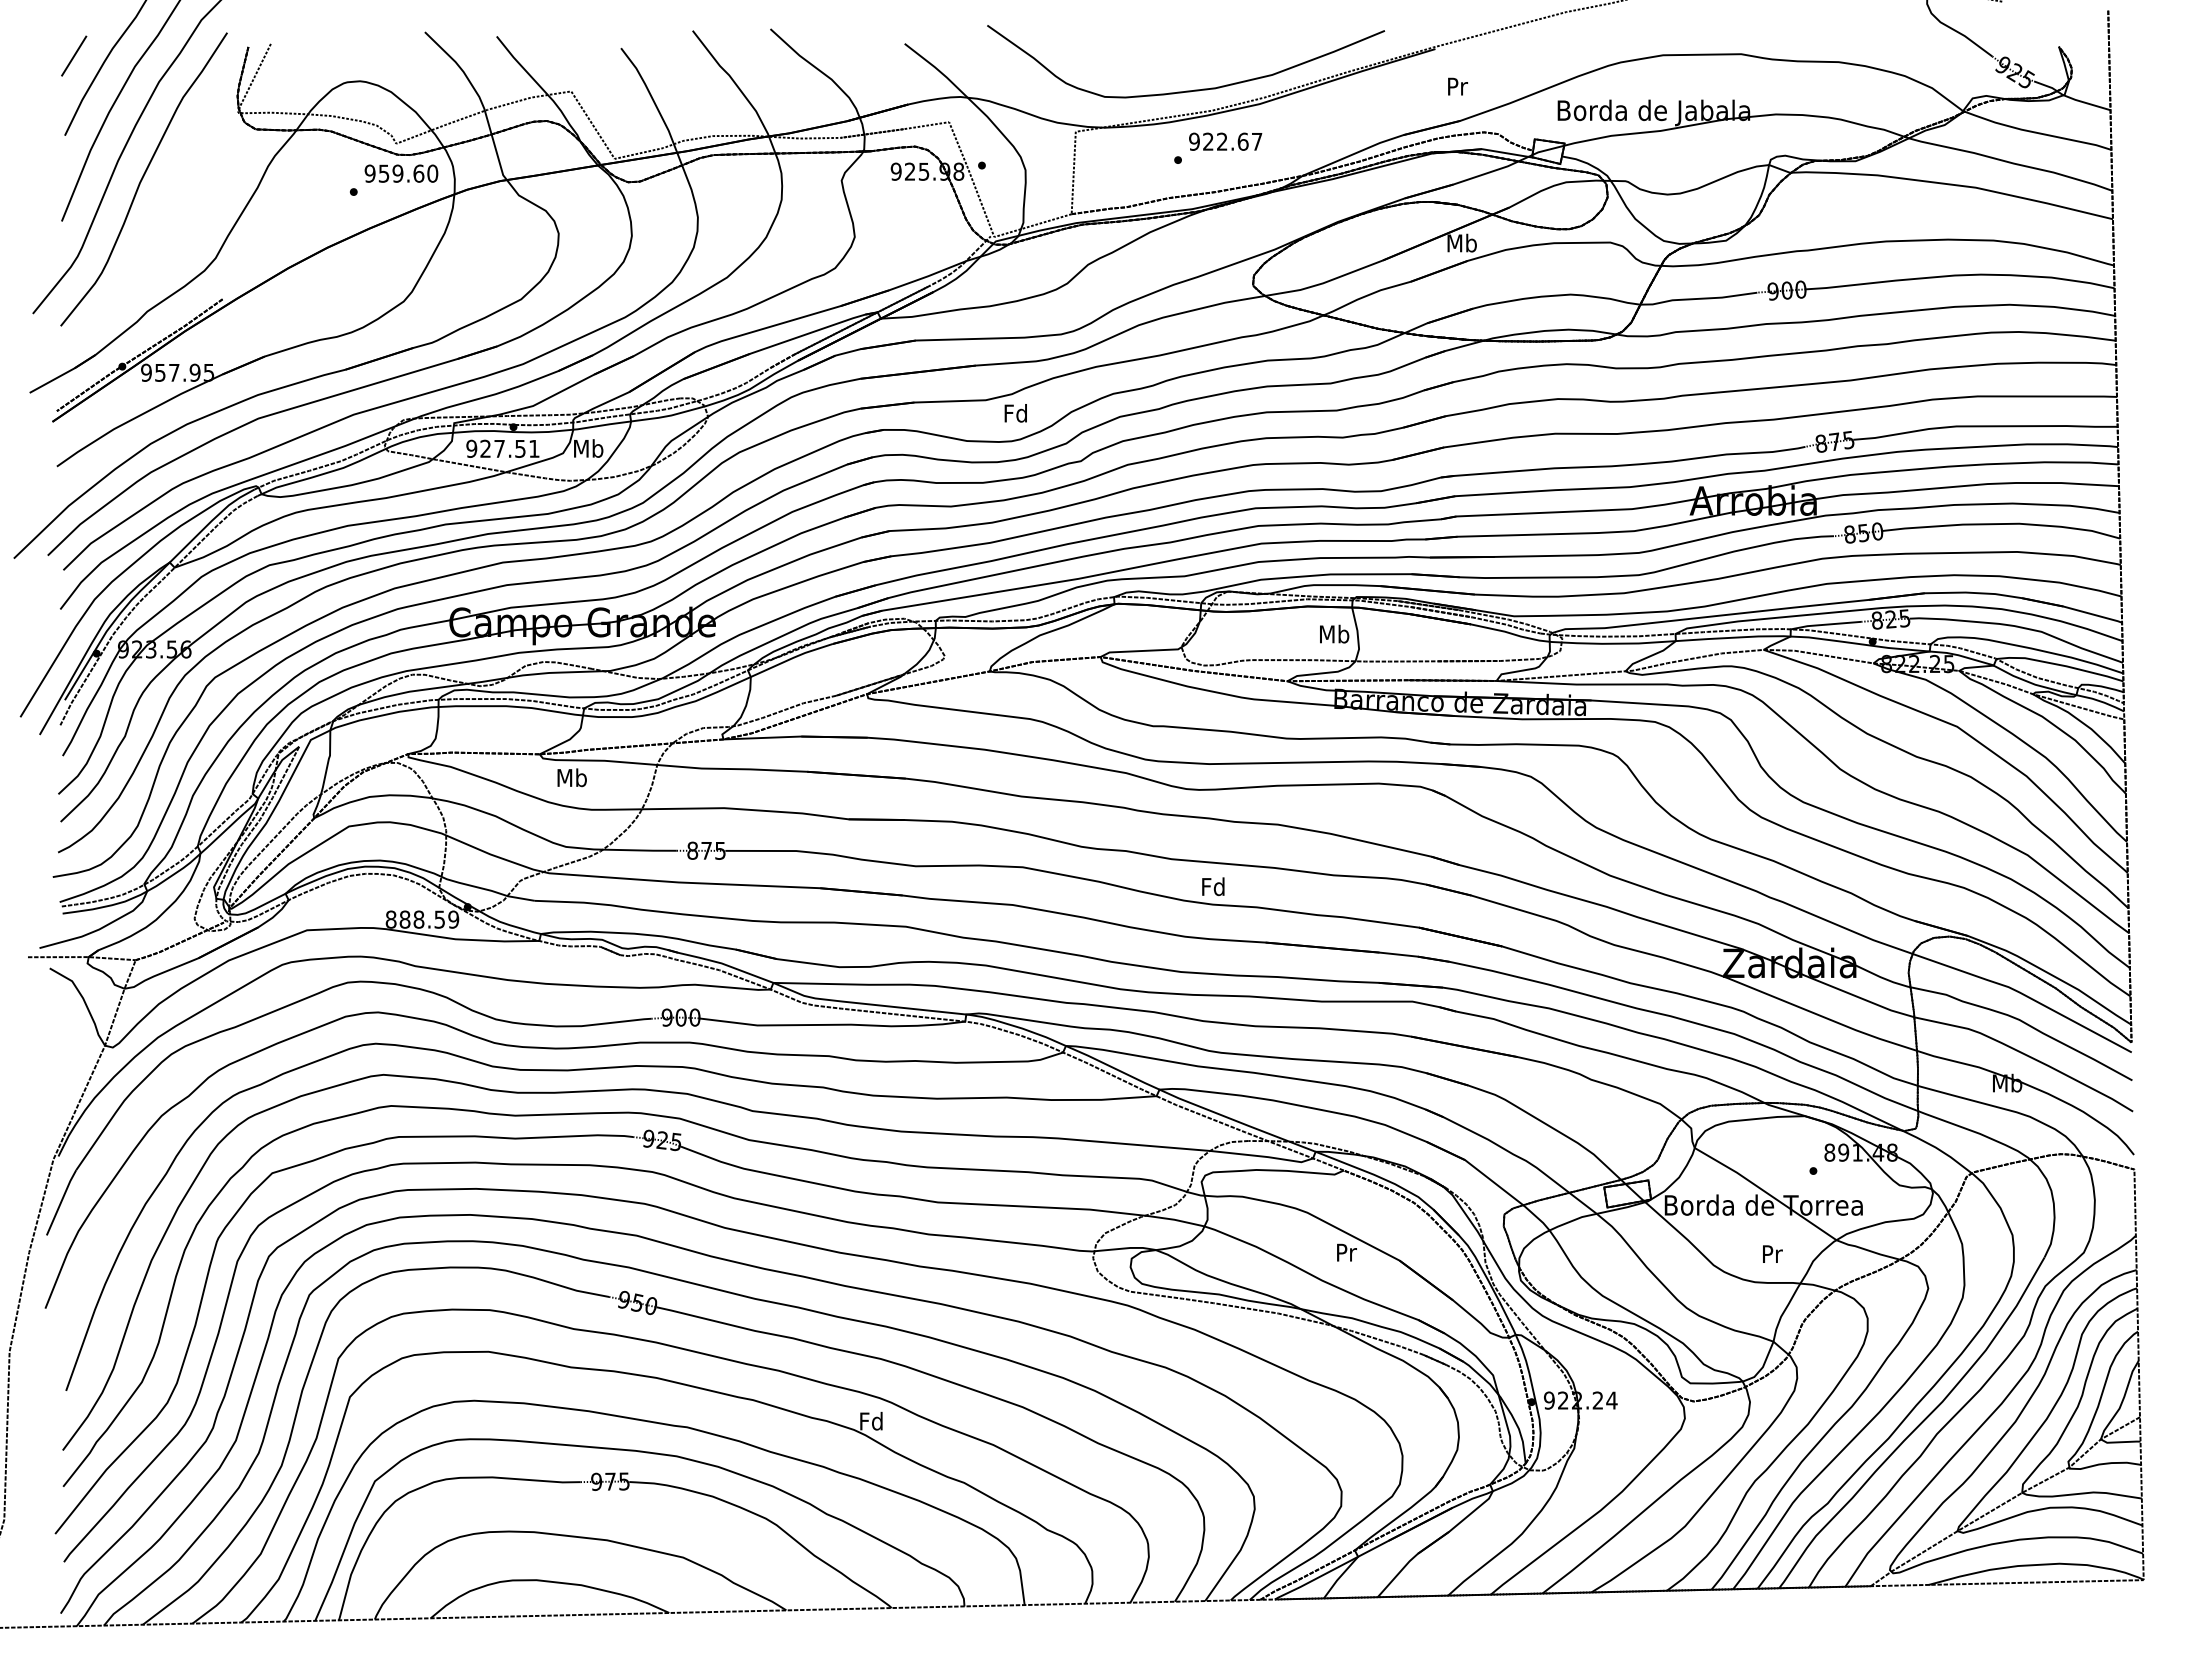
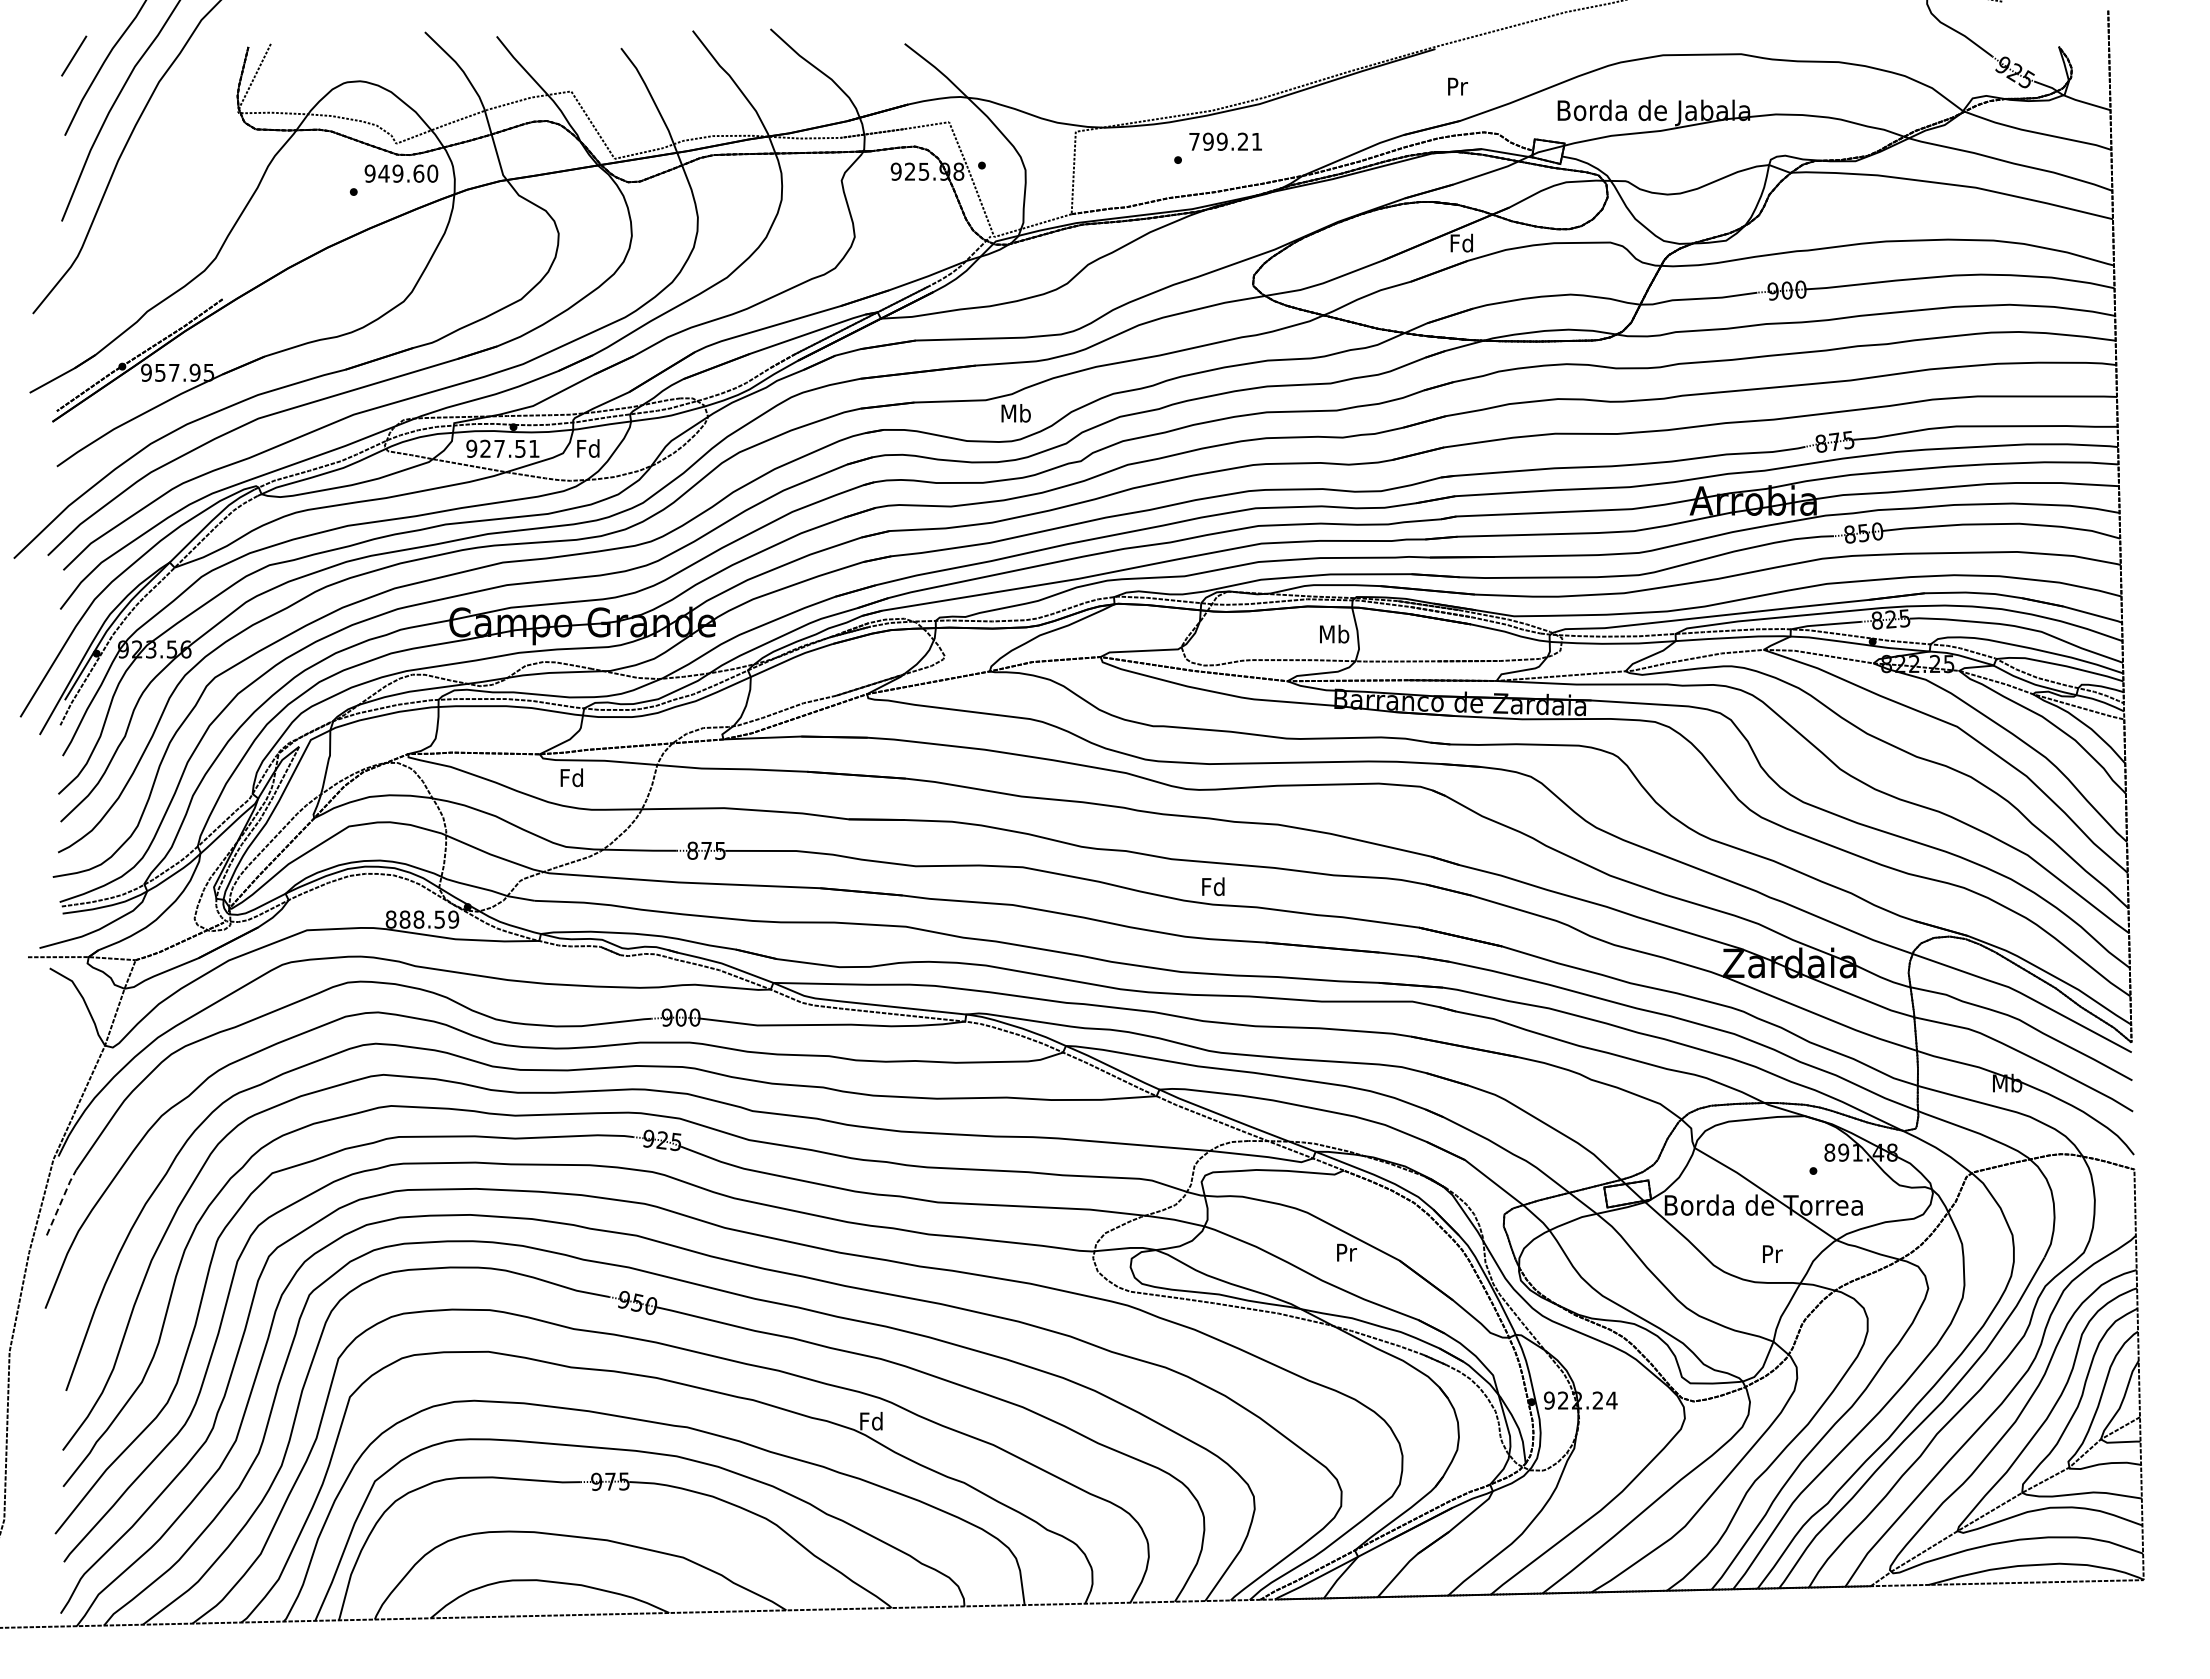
curve at (1186, 90): present -> none
text at (1225, 141): 922.67 -> 799.21
text at (383, 173): 959.60 -> 949.60
curve at (143, 178): present -> none
text at (1461, 242): Mb -> Fd
text at (1015, 413): Fd -> Mb
text at (588, 448): Mb -> Fd
text at (571, 777): Mb -> Fd
line at (61, 1201): solid -> dashed
